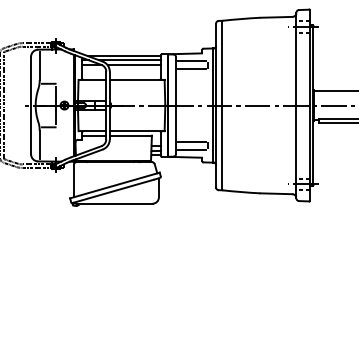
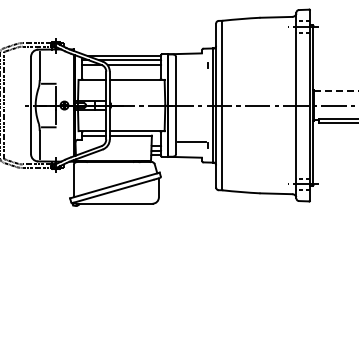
line at (191, 61): present -> none
line at (191, 69): present -> none
line at (336, 91): solid -> dashed
line at (191, 149): present -> none
